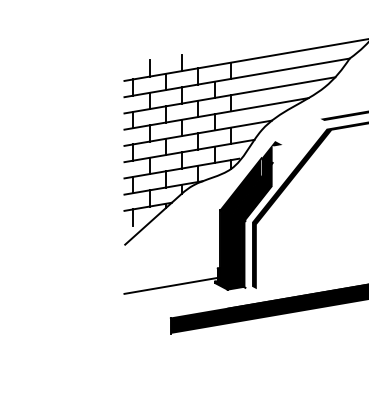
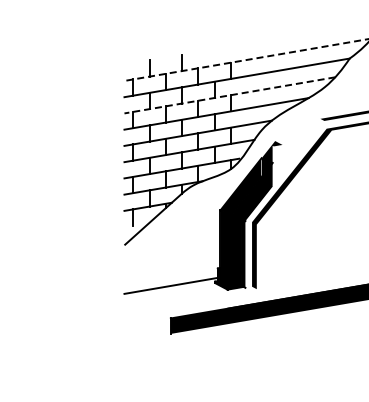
line at (246, 60): solid -> dashed
line at (229, 95): solid -> dashed
